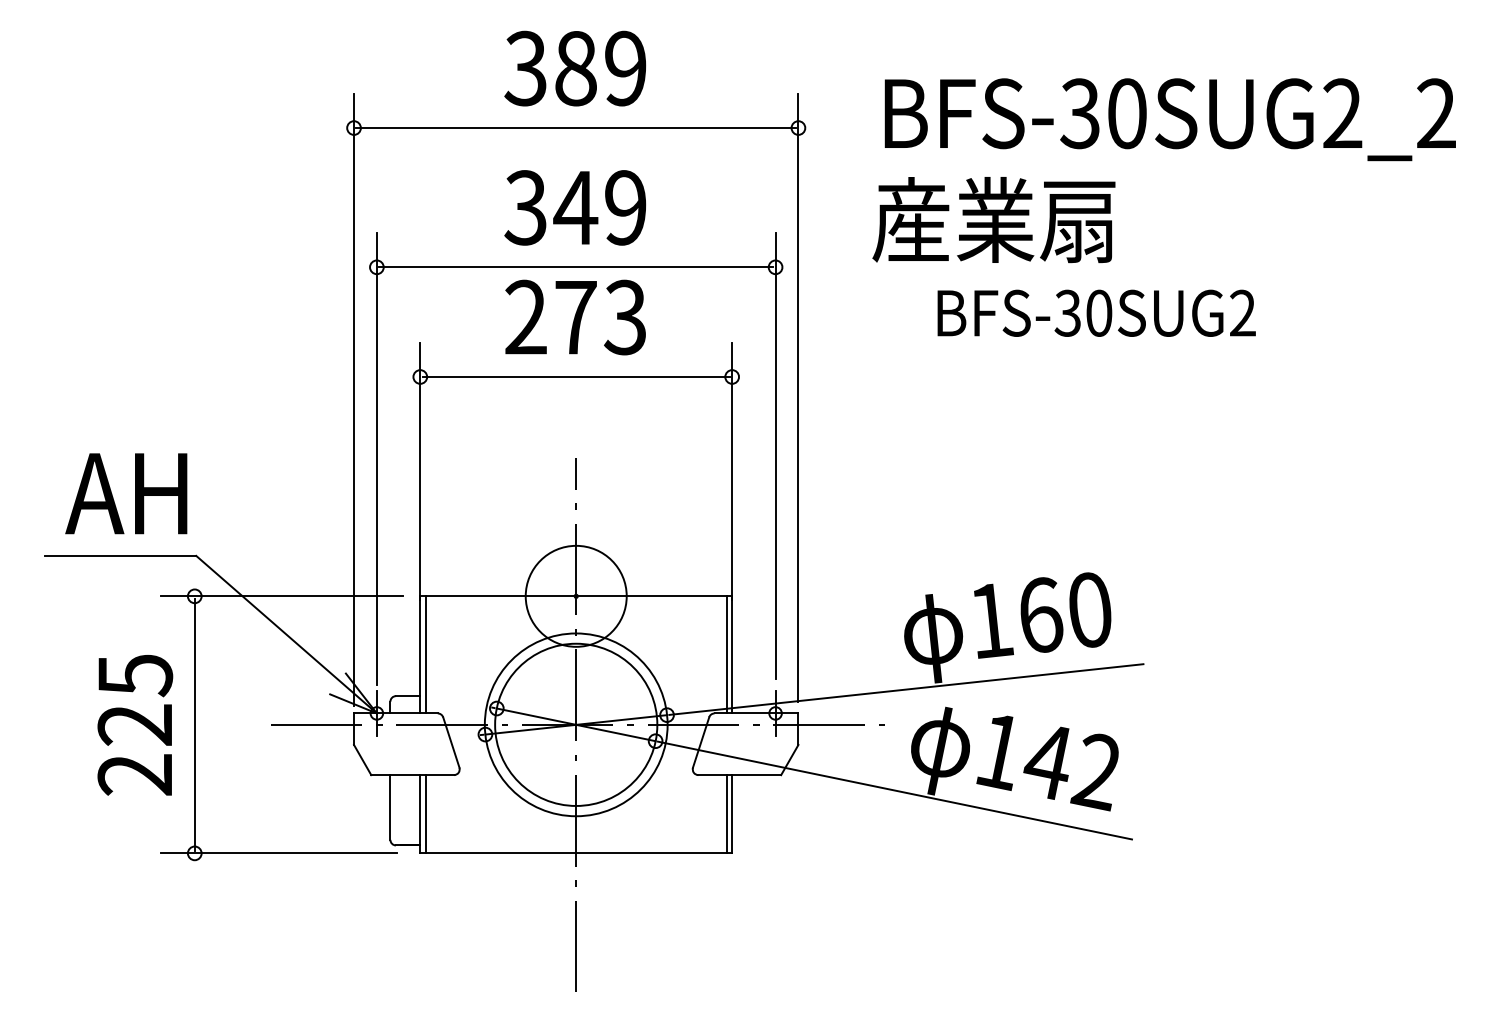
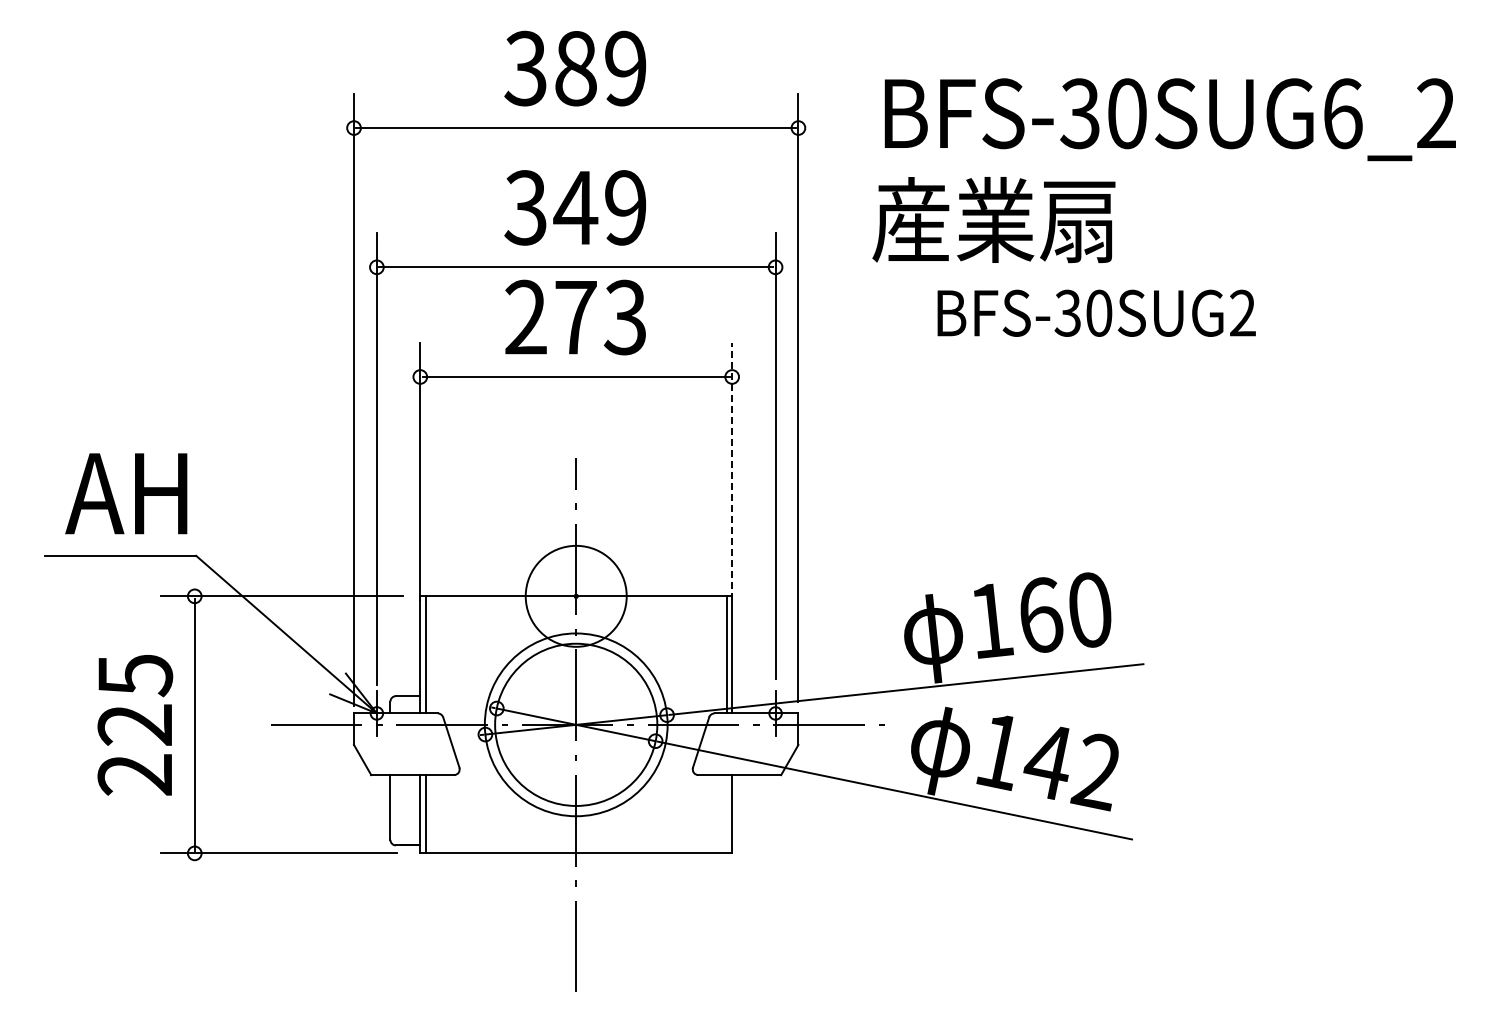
text at (1342, 113): BFS-30SUG2_2 -> BFS-30SUG6_2
line at (732, 471): solid -> dashed
line at (726, 814): present -> none
